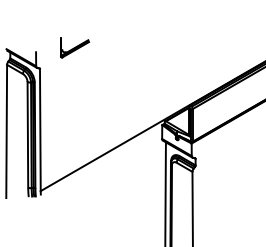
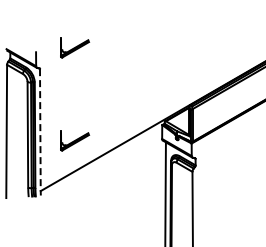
line at (40, 130): solid -> dashed
part at (75, 140): none -> present
